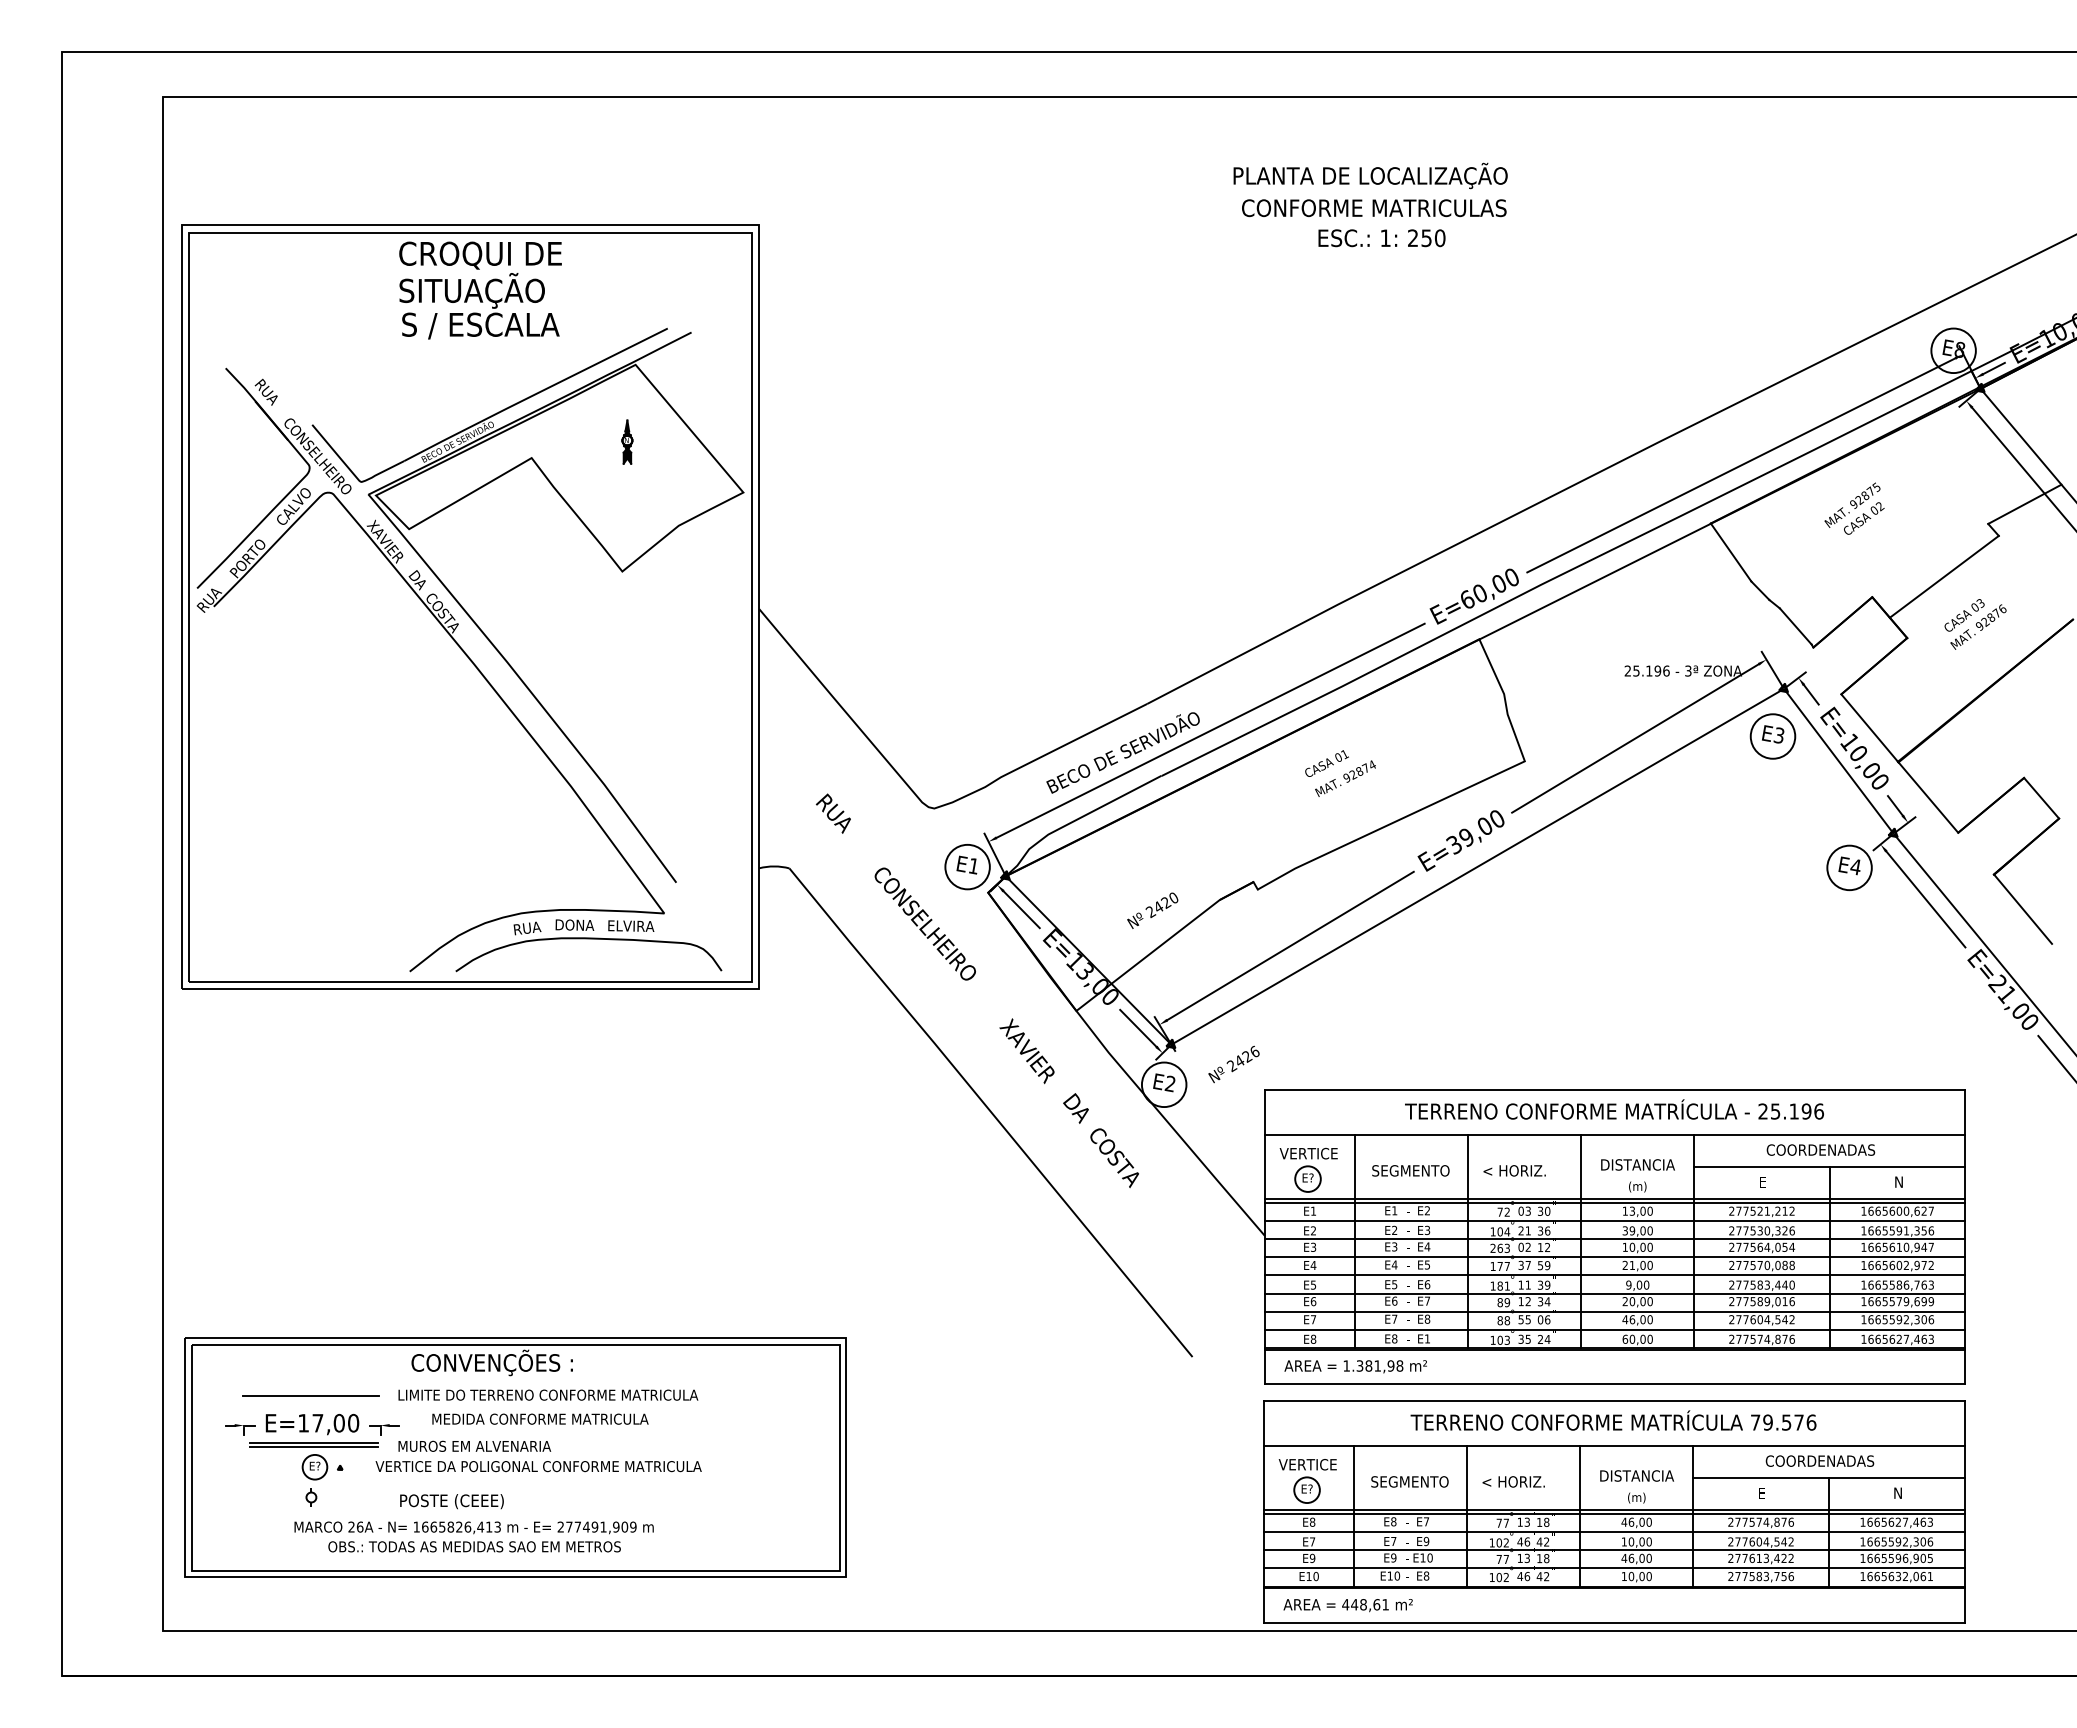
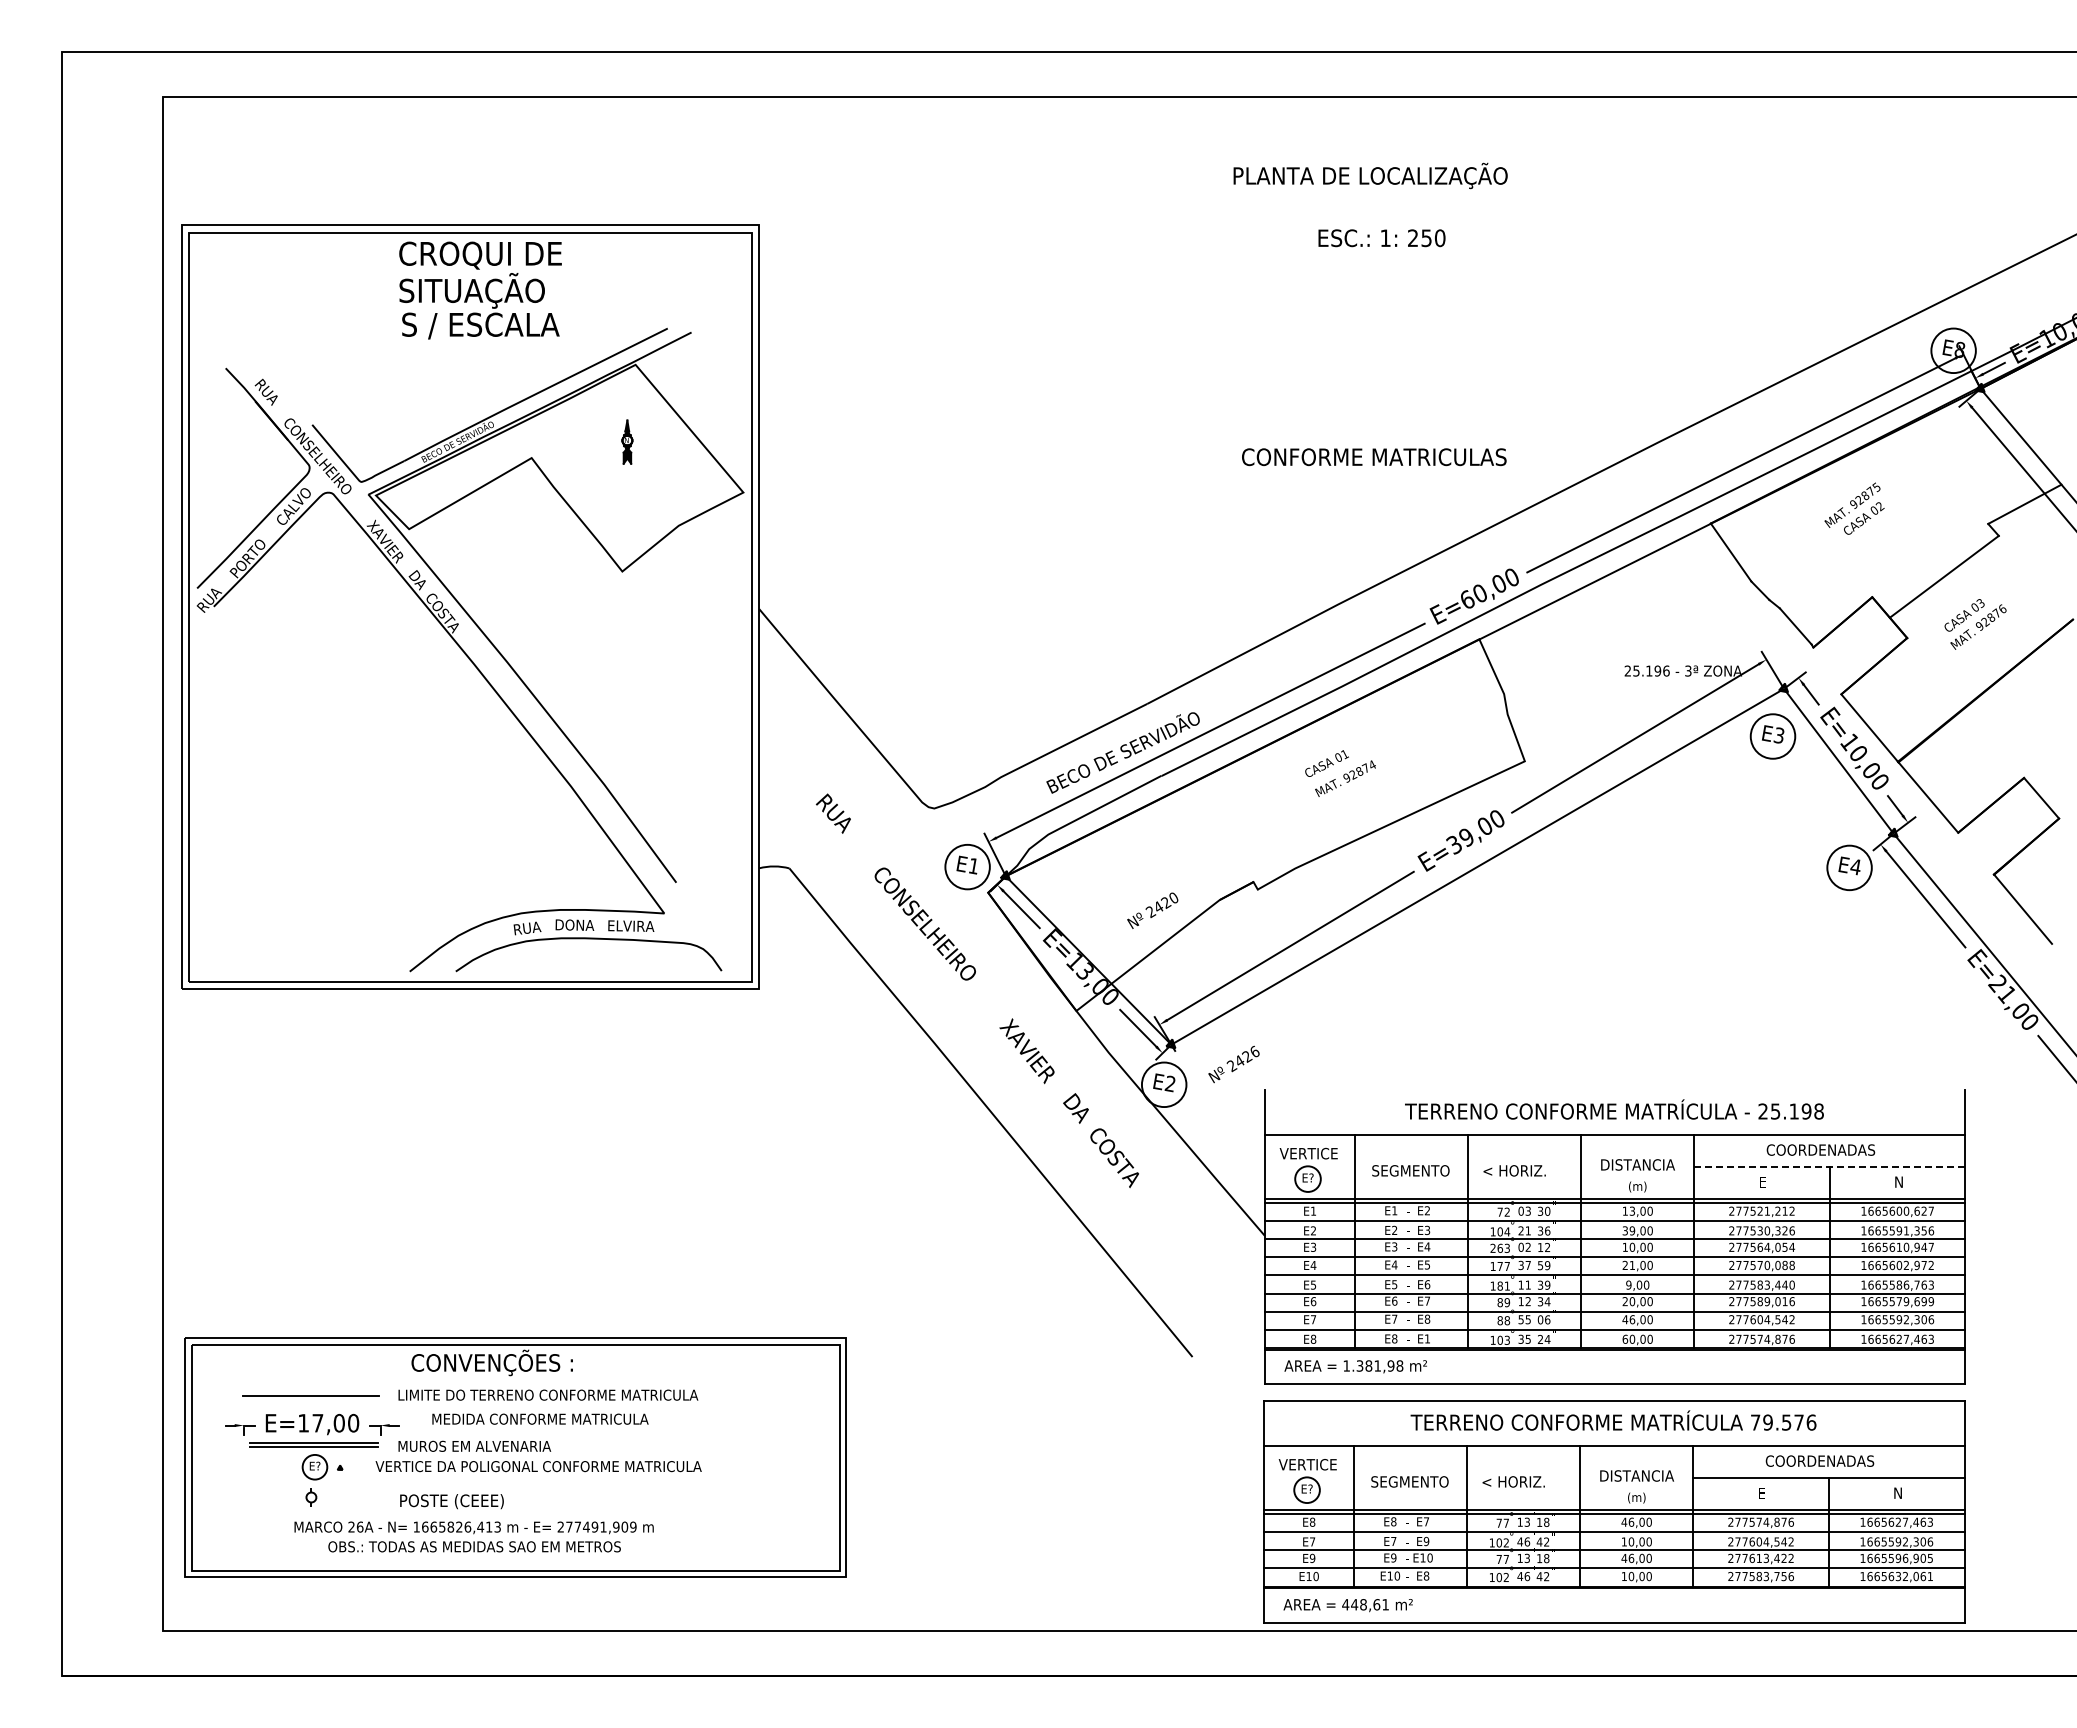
text at (1374, 208) position: (1374, 208) -> (1374, 457)
line at (1614, 1090): present -> none
text at (1819, 1111): 25.196 -> 25.198
line at (1829, 1166): solid -> dashed
